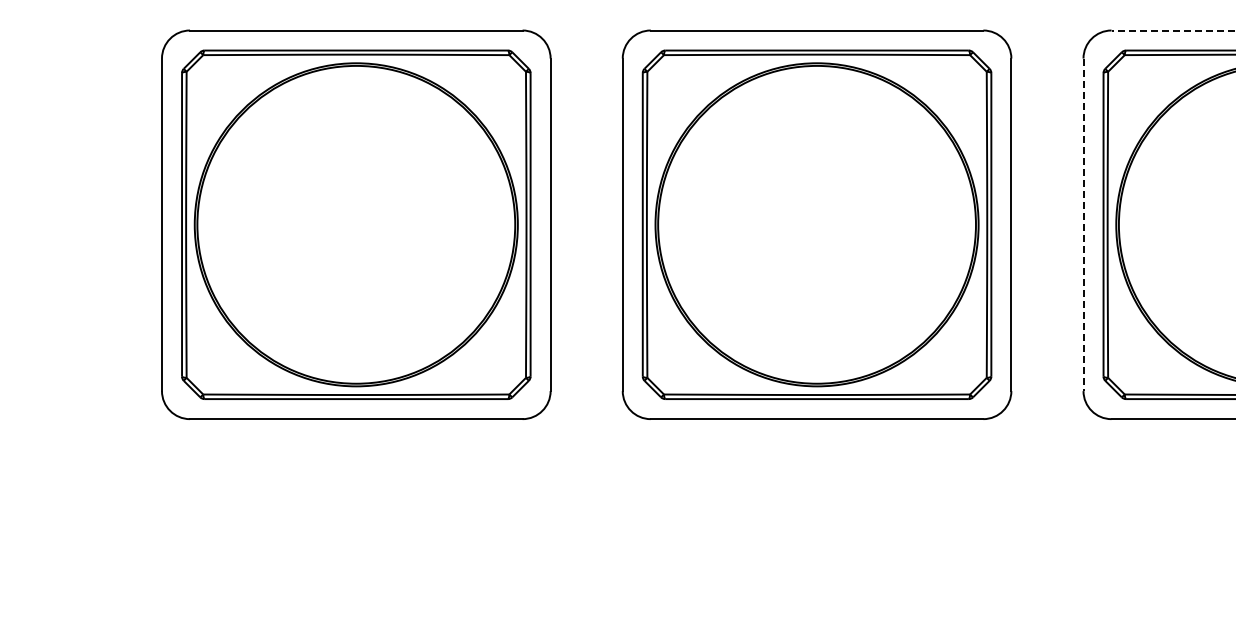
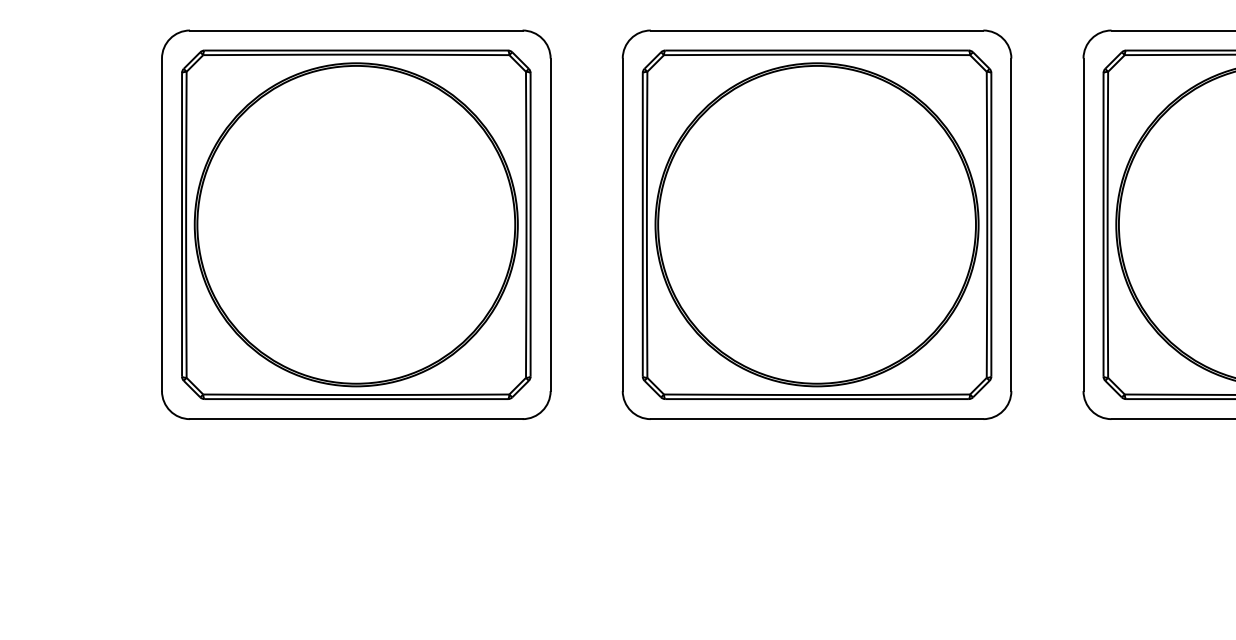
line at (1173, 30): dashed -> solid
line at (1083, 225): dashed -> solid
